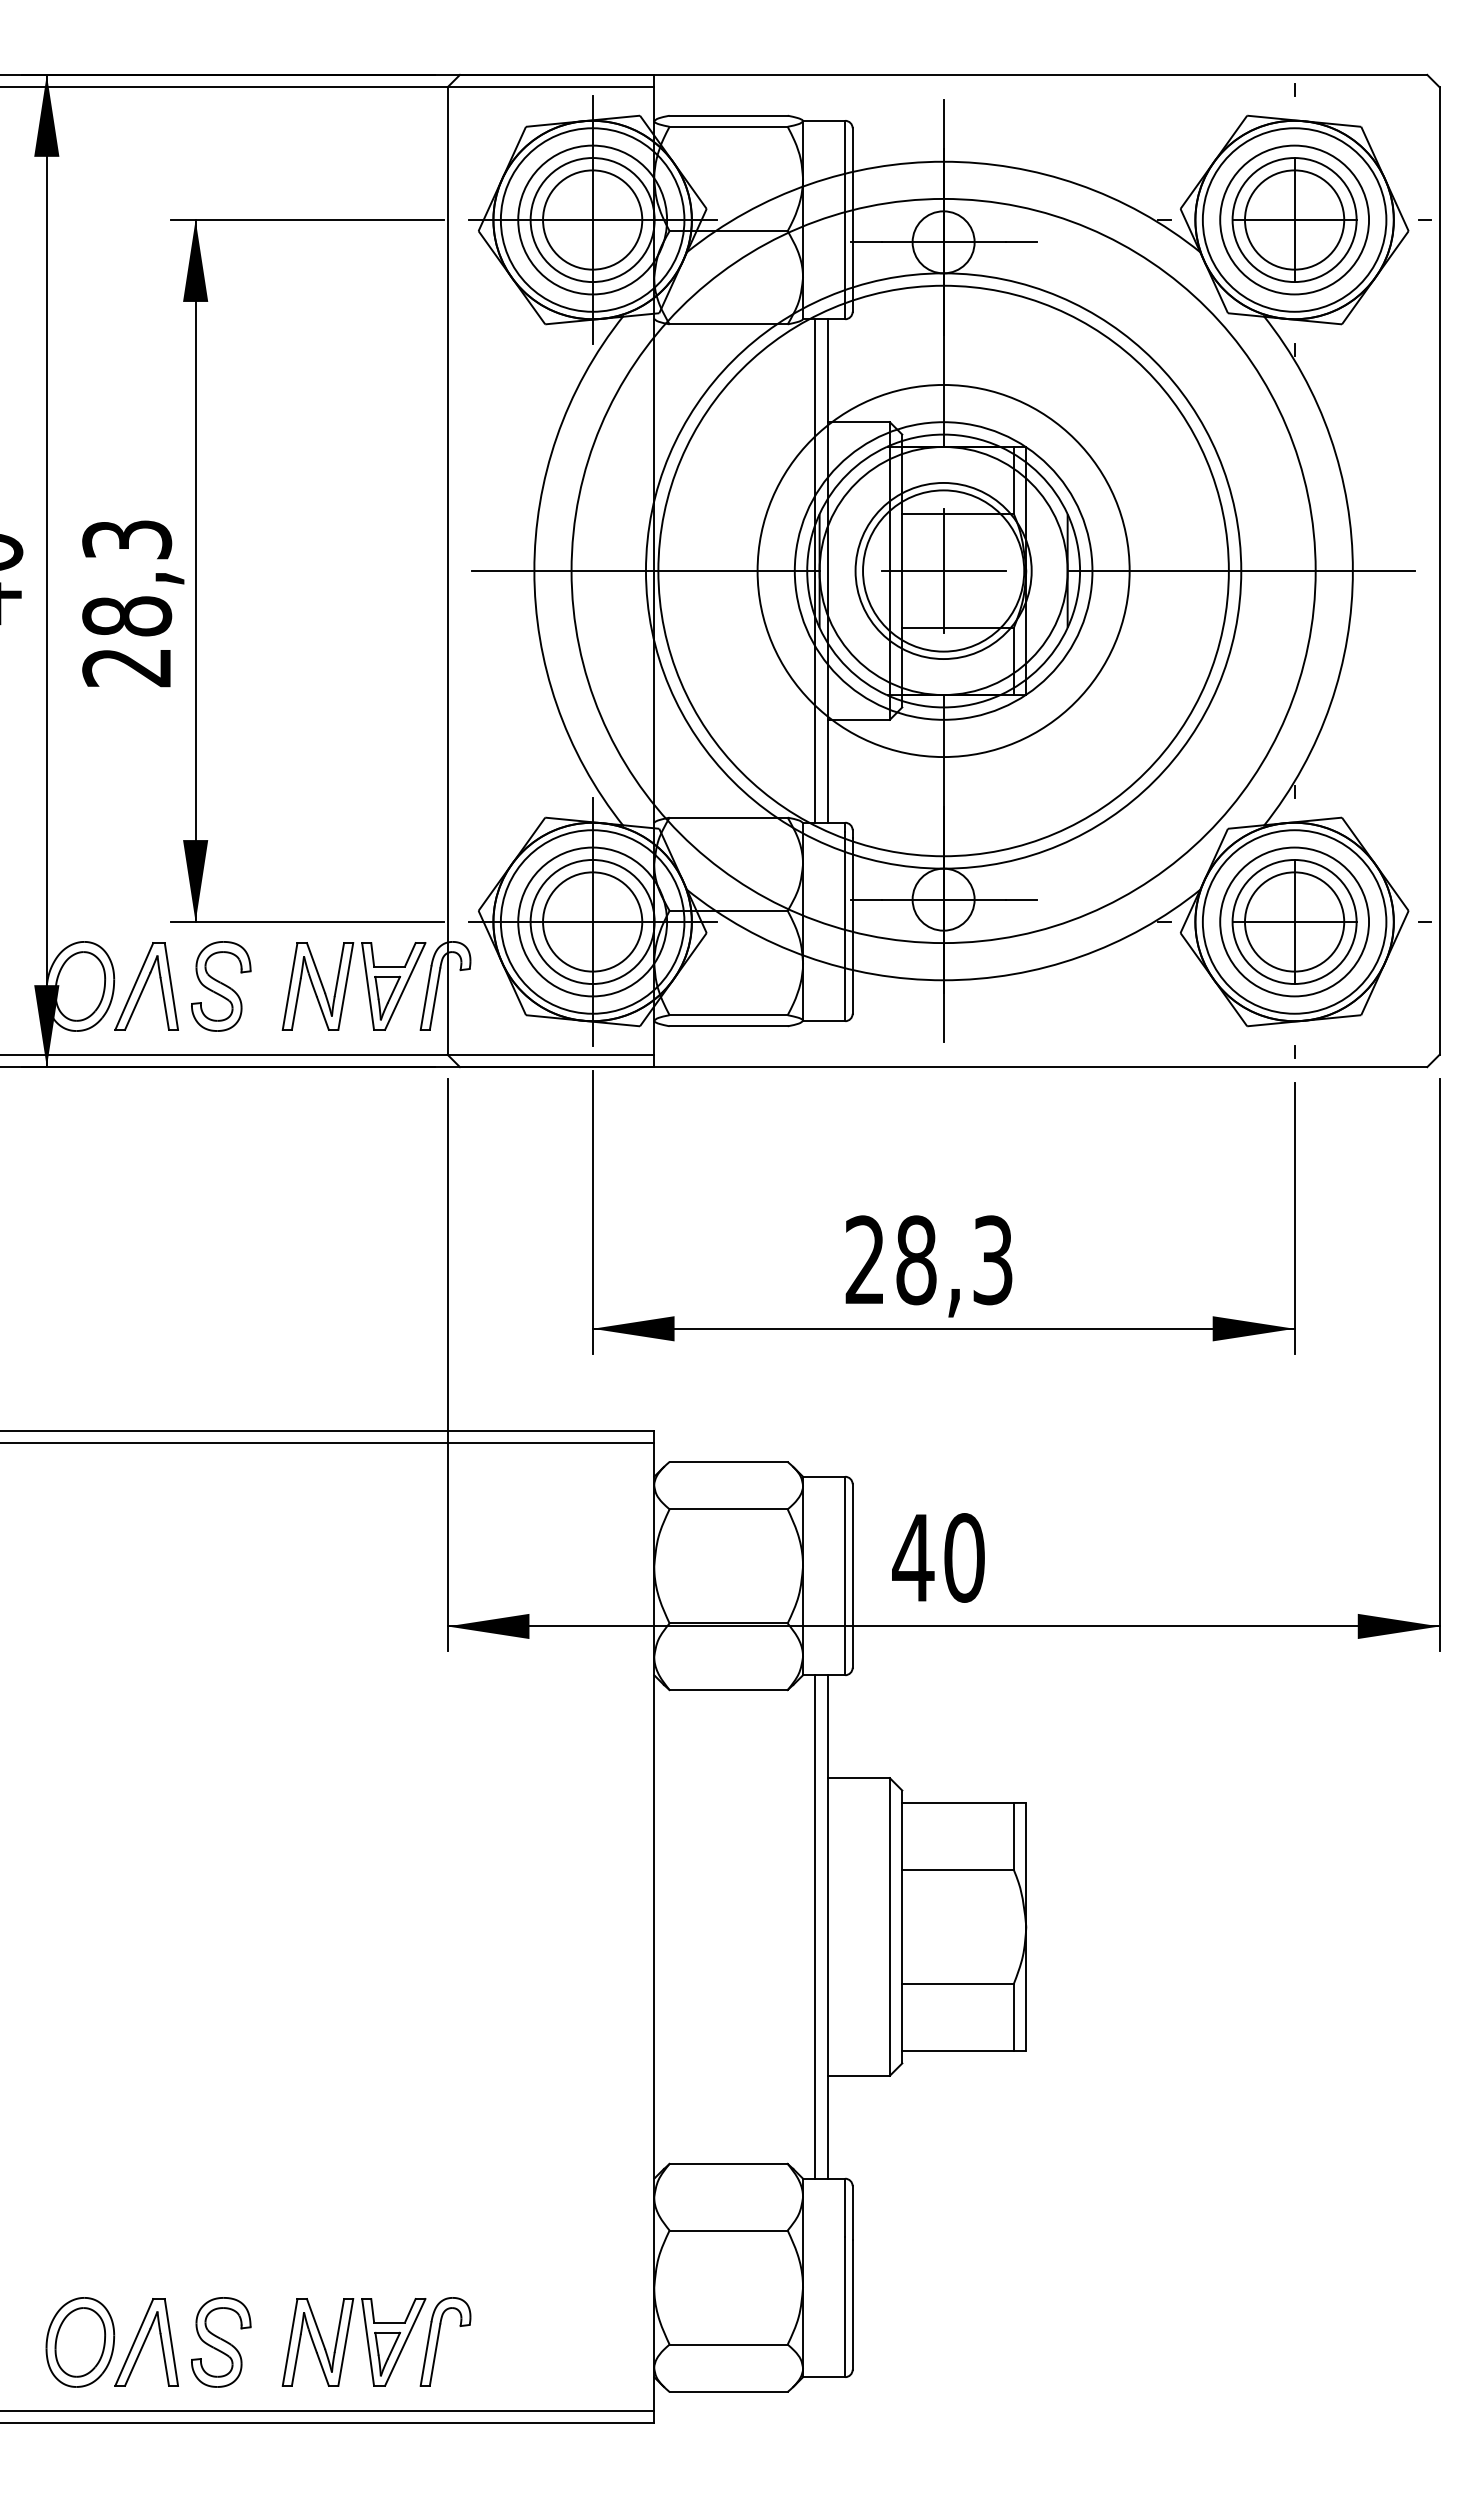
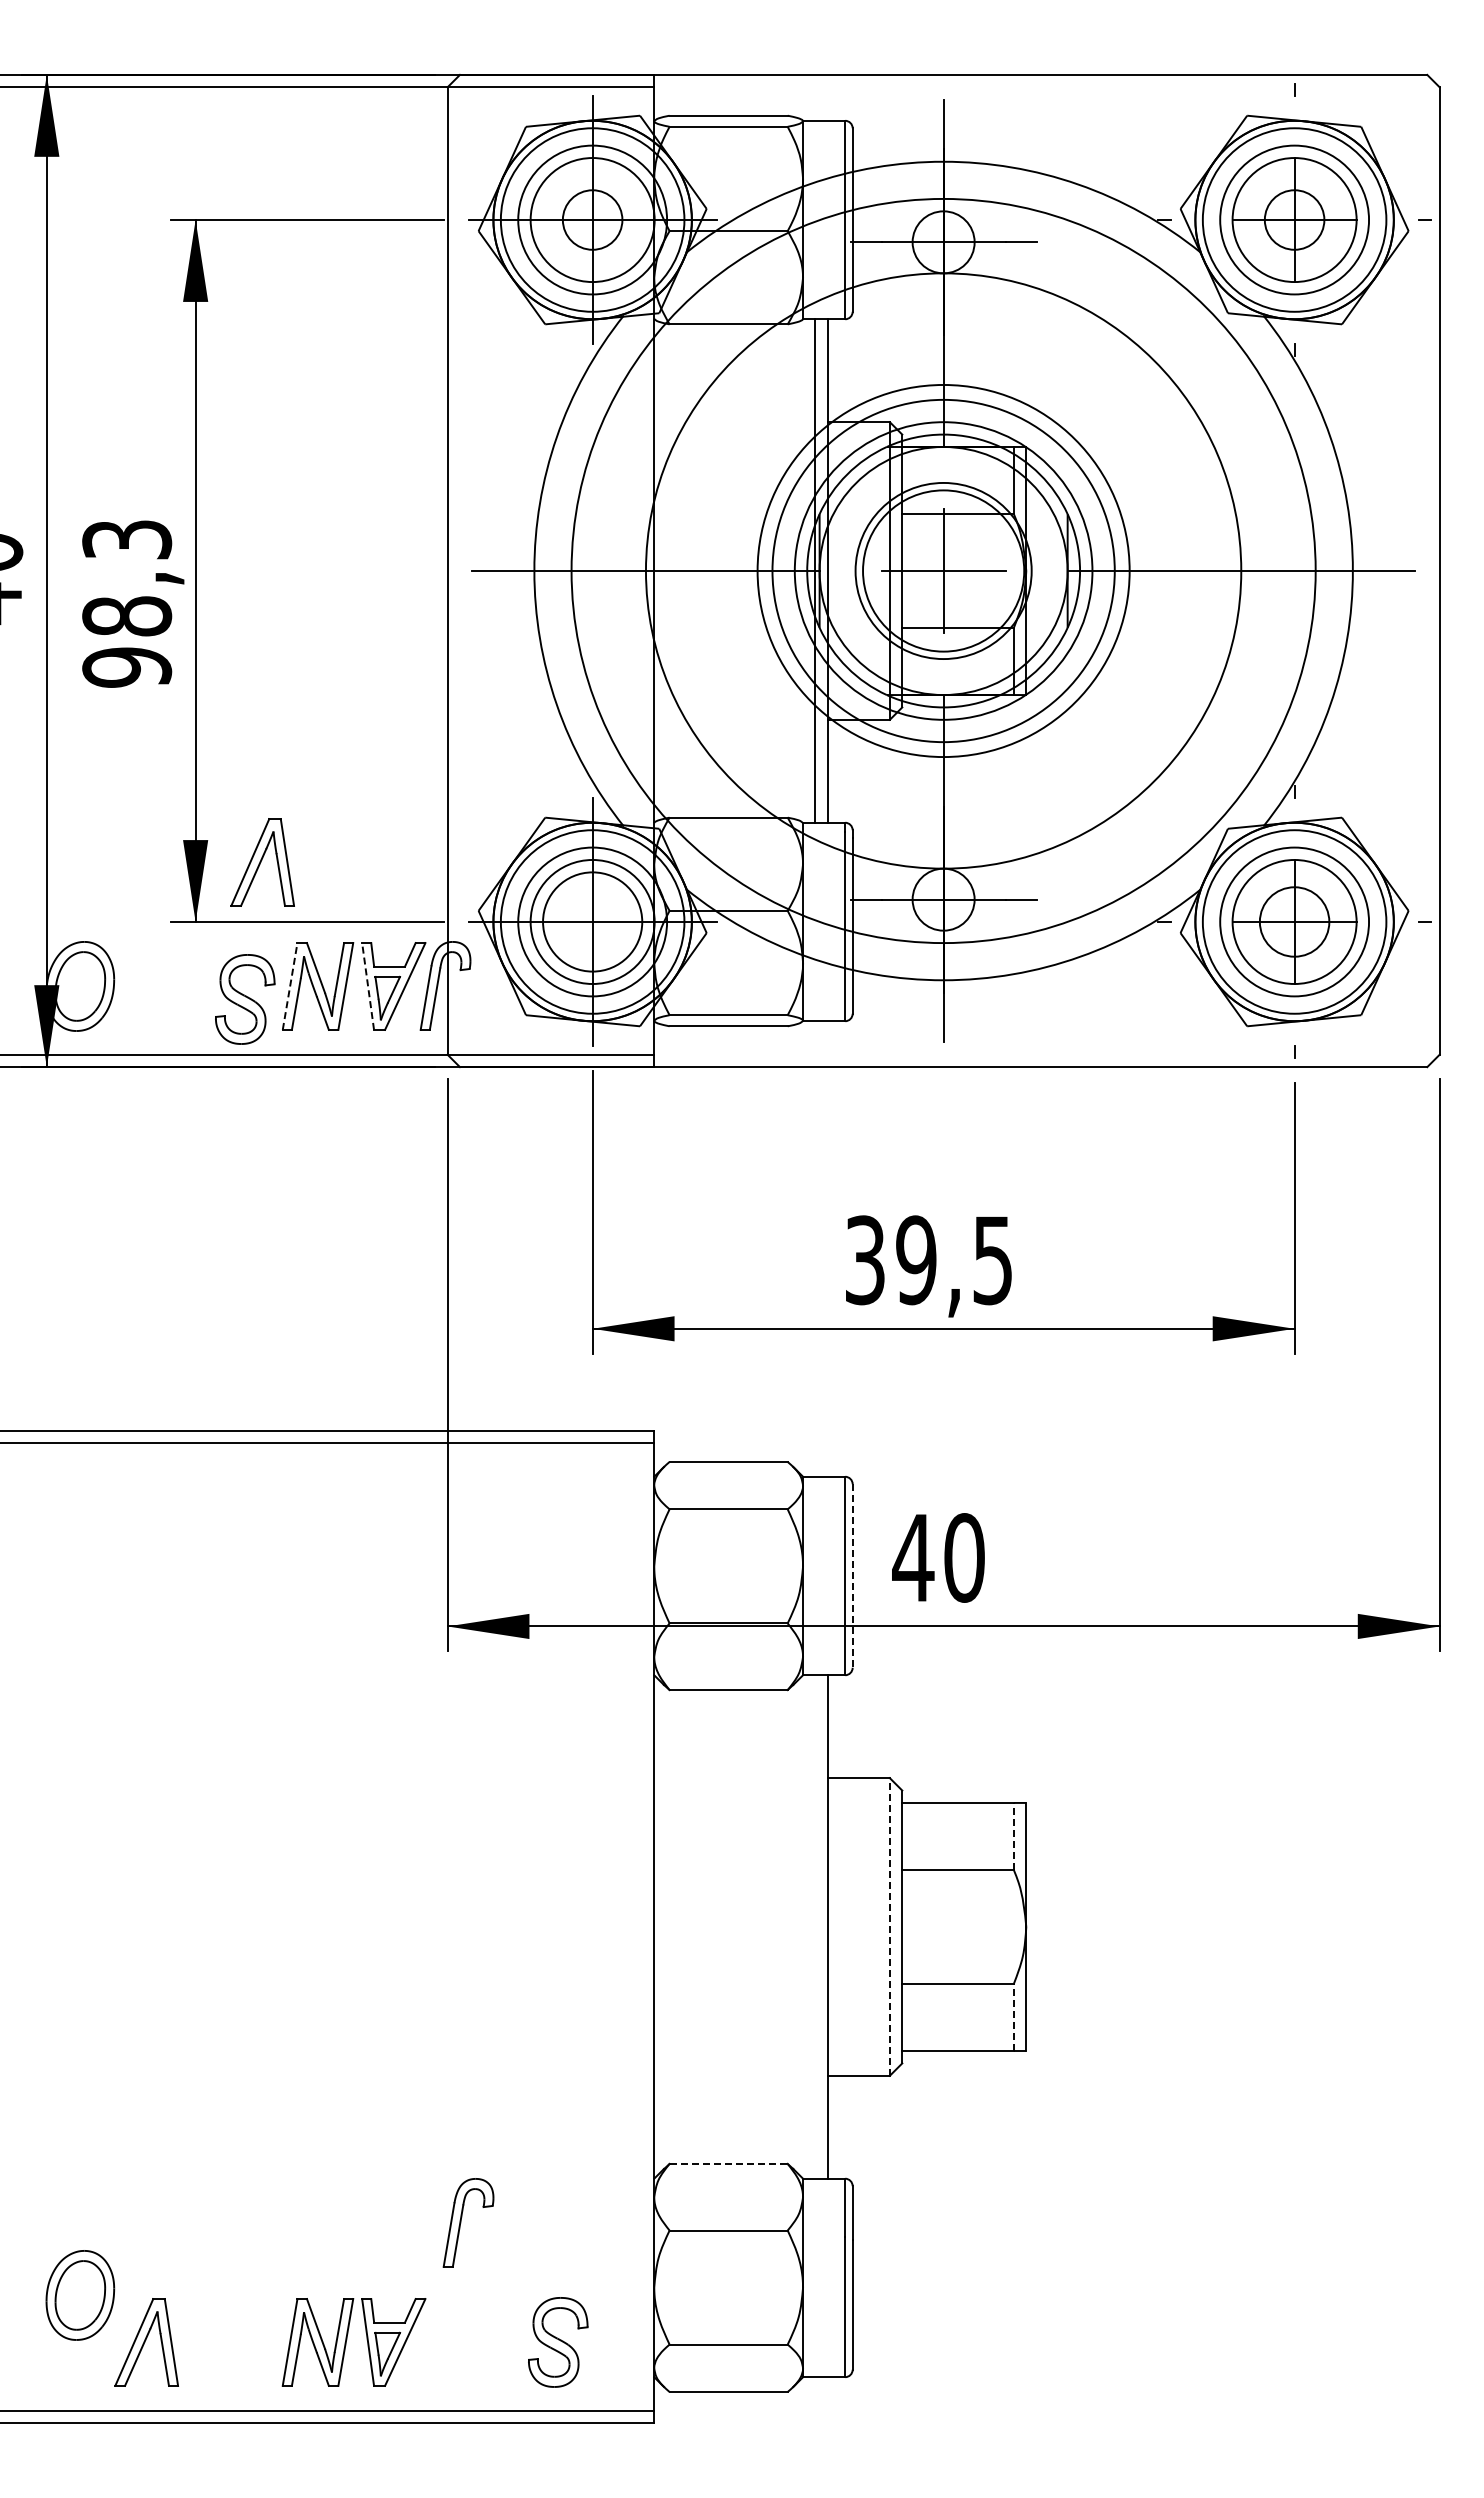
circle at (592, 219) diameter: 99 px -> 60 px
circle at (1294, 219) diameter: 99 px -> 60 px
circle at (943, 570) diameter: 570 px -> 342 px
text at (127, 667): 28,3 -> 98,3
circle at (1294, 921) diameter: 99 px -> 69 px
part at (146, 986) position: (146, 986) -> (262, 862)
part at (221, 986) position: (221, 986) -> (245, 999)
line at (290, 986): solid -> dashed
line at (368, 986): solid -> dashed
text at (928, 1260): 28,3 -> 39,5
line at (852, 1576): solid -> dashed
line at (1013, 1836): solid -> dashed
line at (815, 1926): present -> none
line at (889, 1926): solid -> dashed
line at (1013, 2017): solid -> dashed
line at (729, 2163): solid -> dashed
part at (438, 2341) position: (438, 2341) -> (461, 2222)
part at (80, 2342) position: (80, 2342) -> (80, 2295)
part at (221, 2342) position: (221, 2342) -> (558, 2342)
